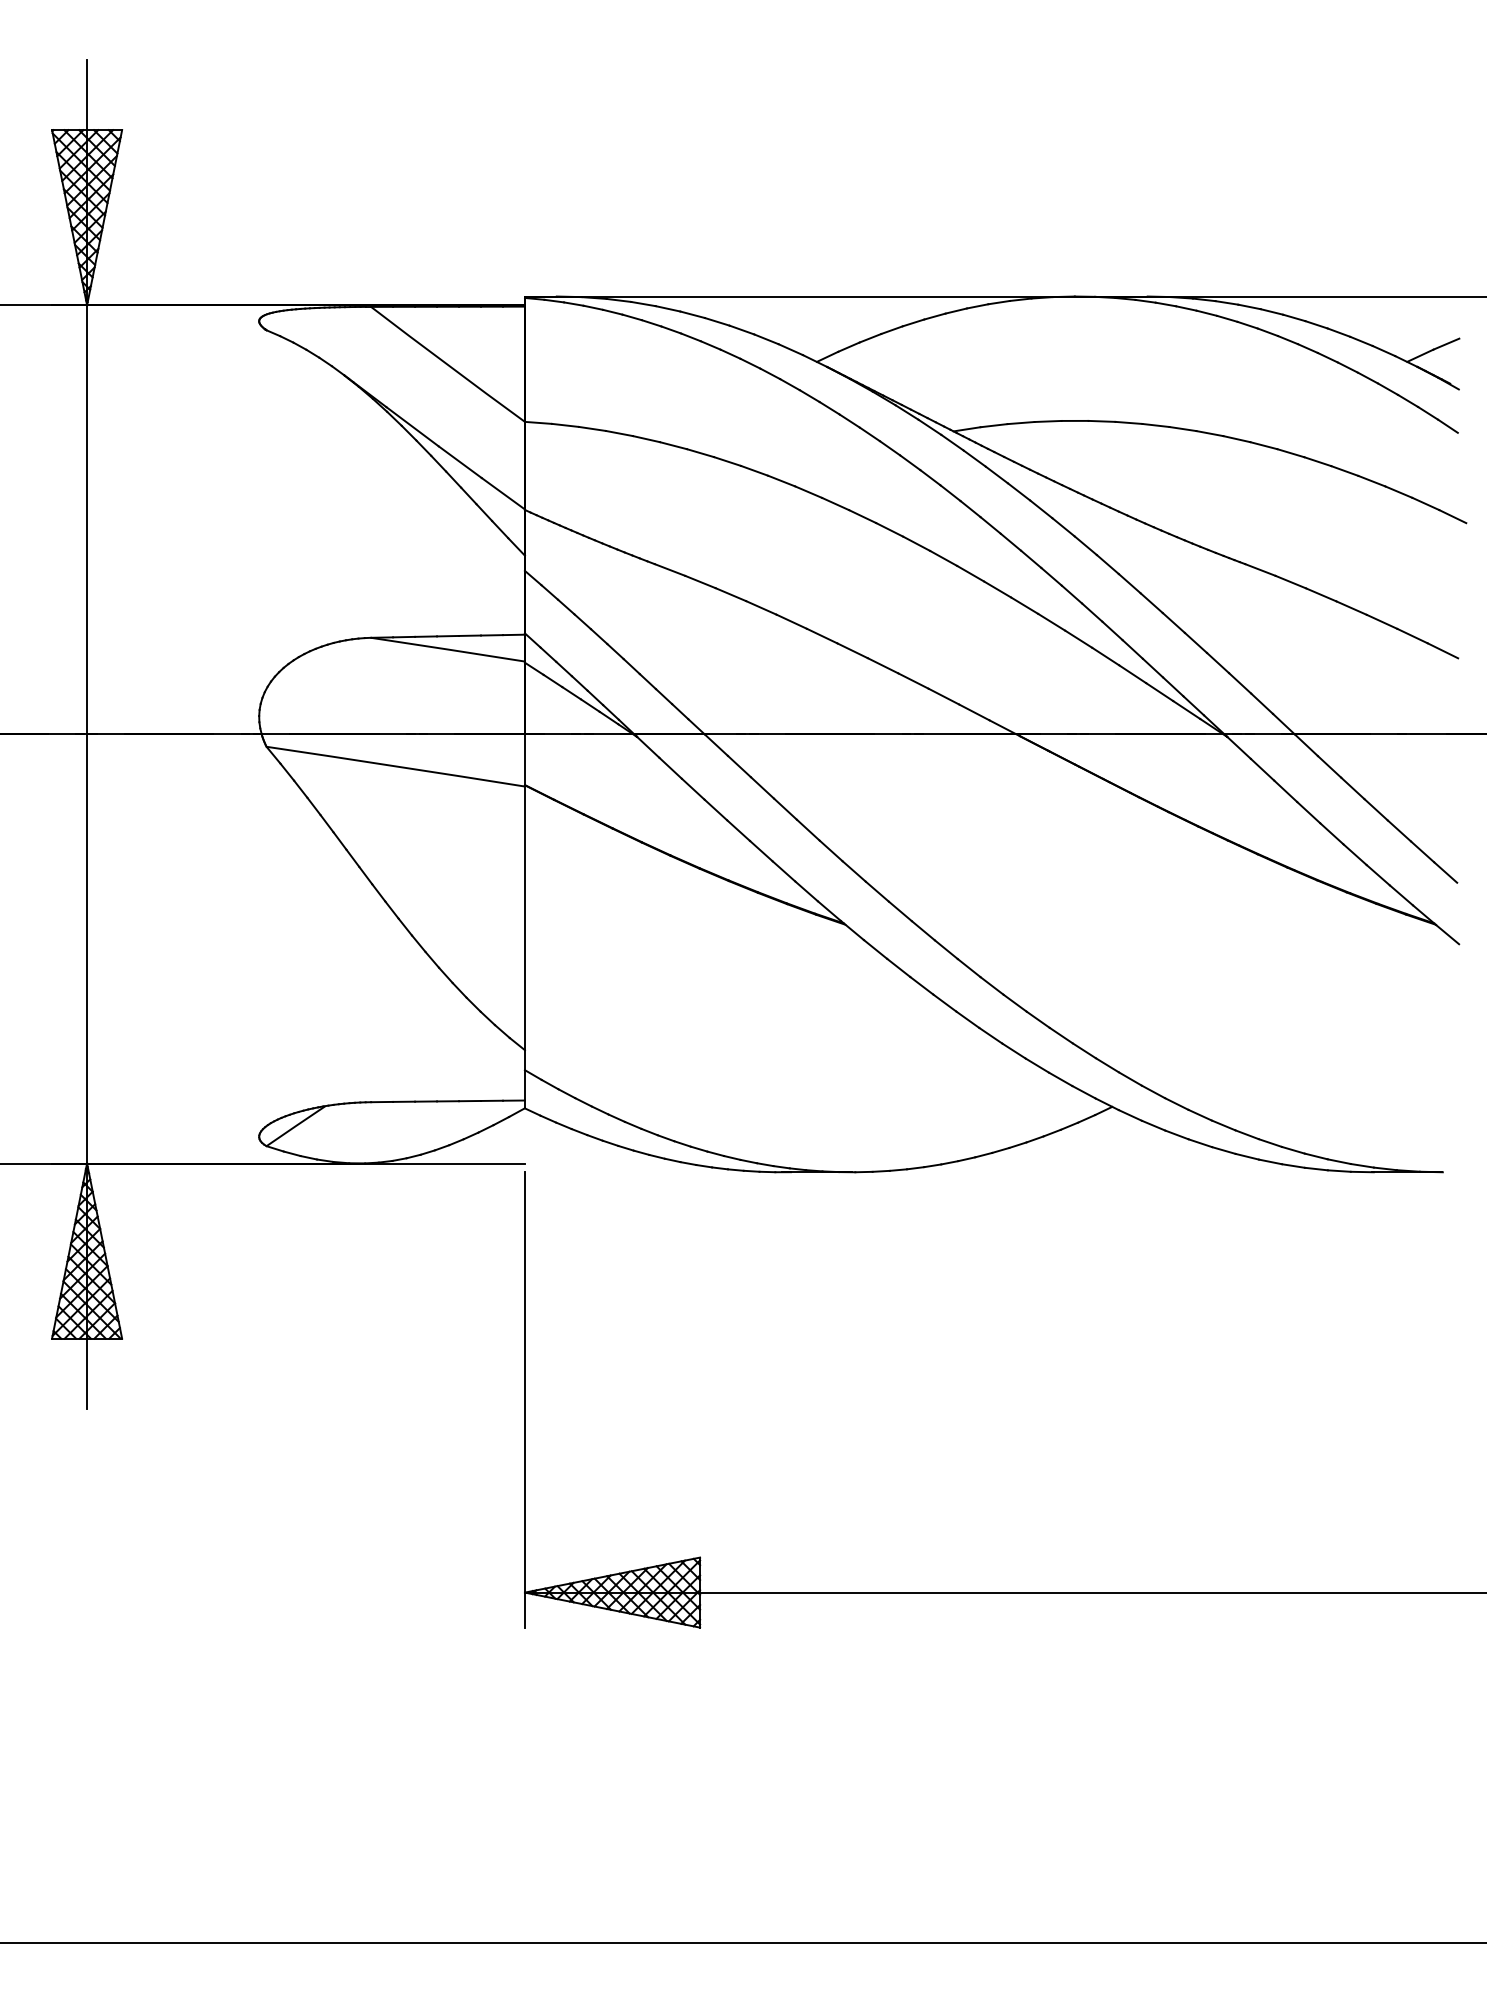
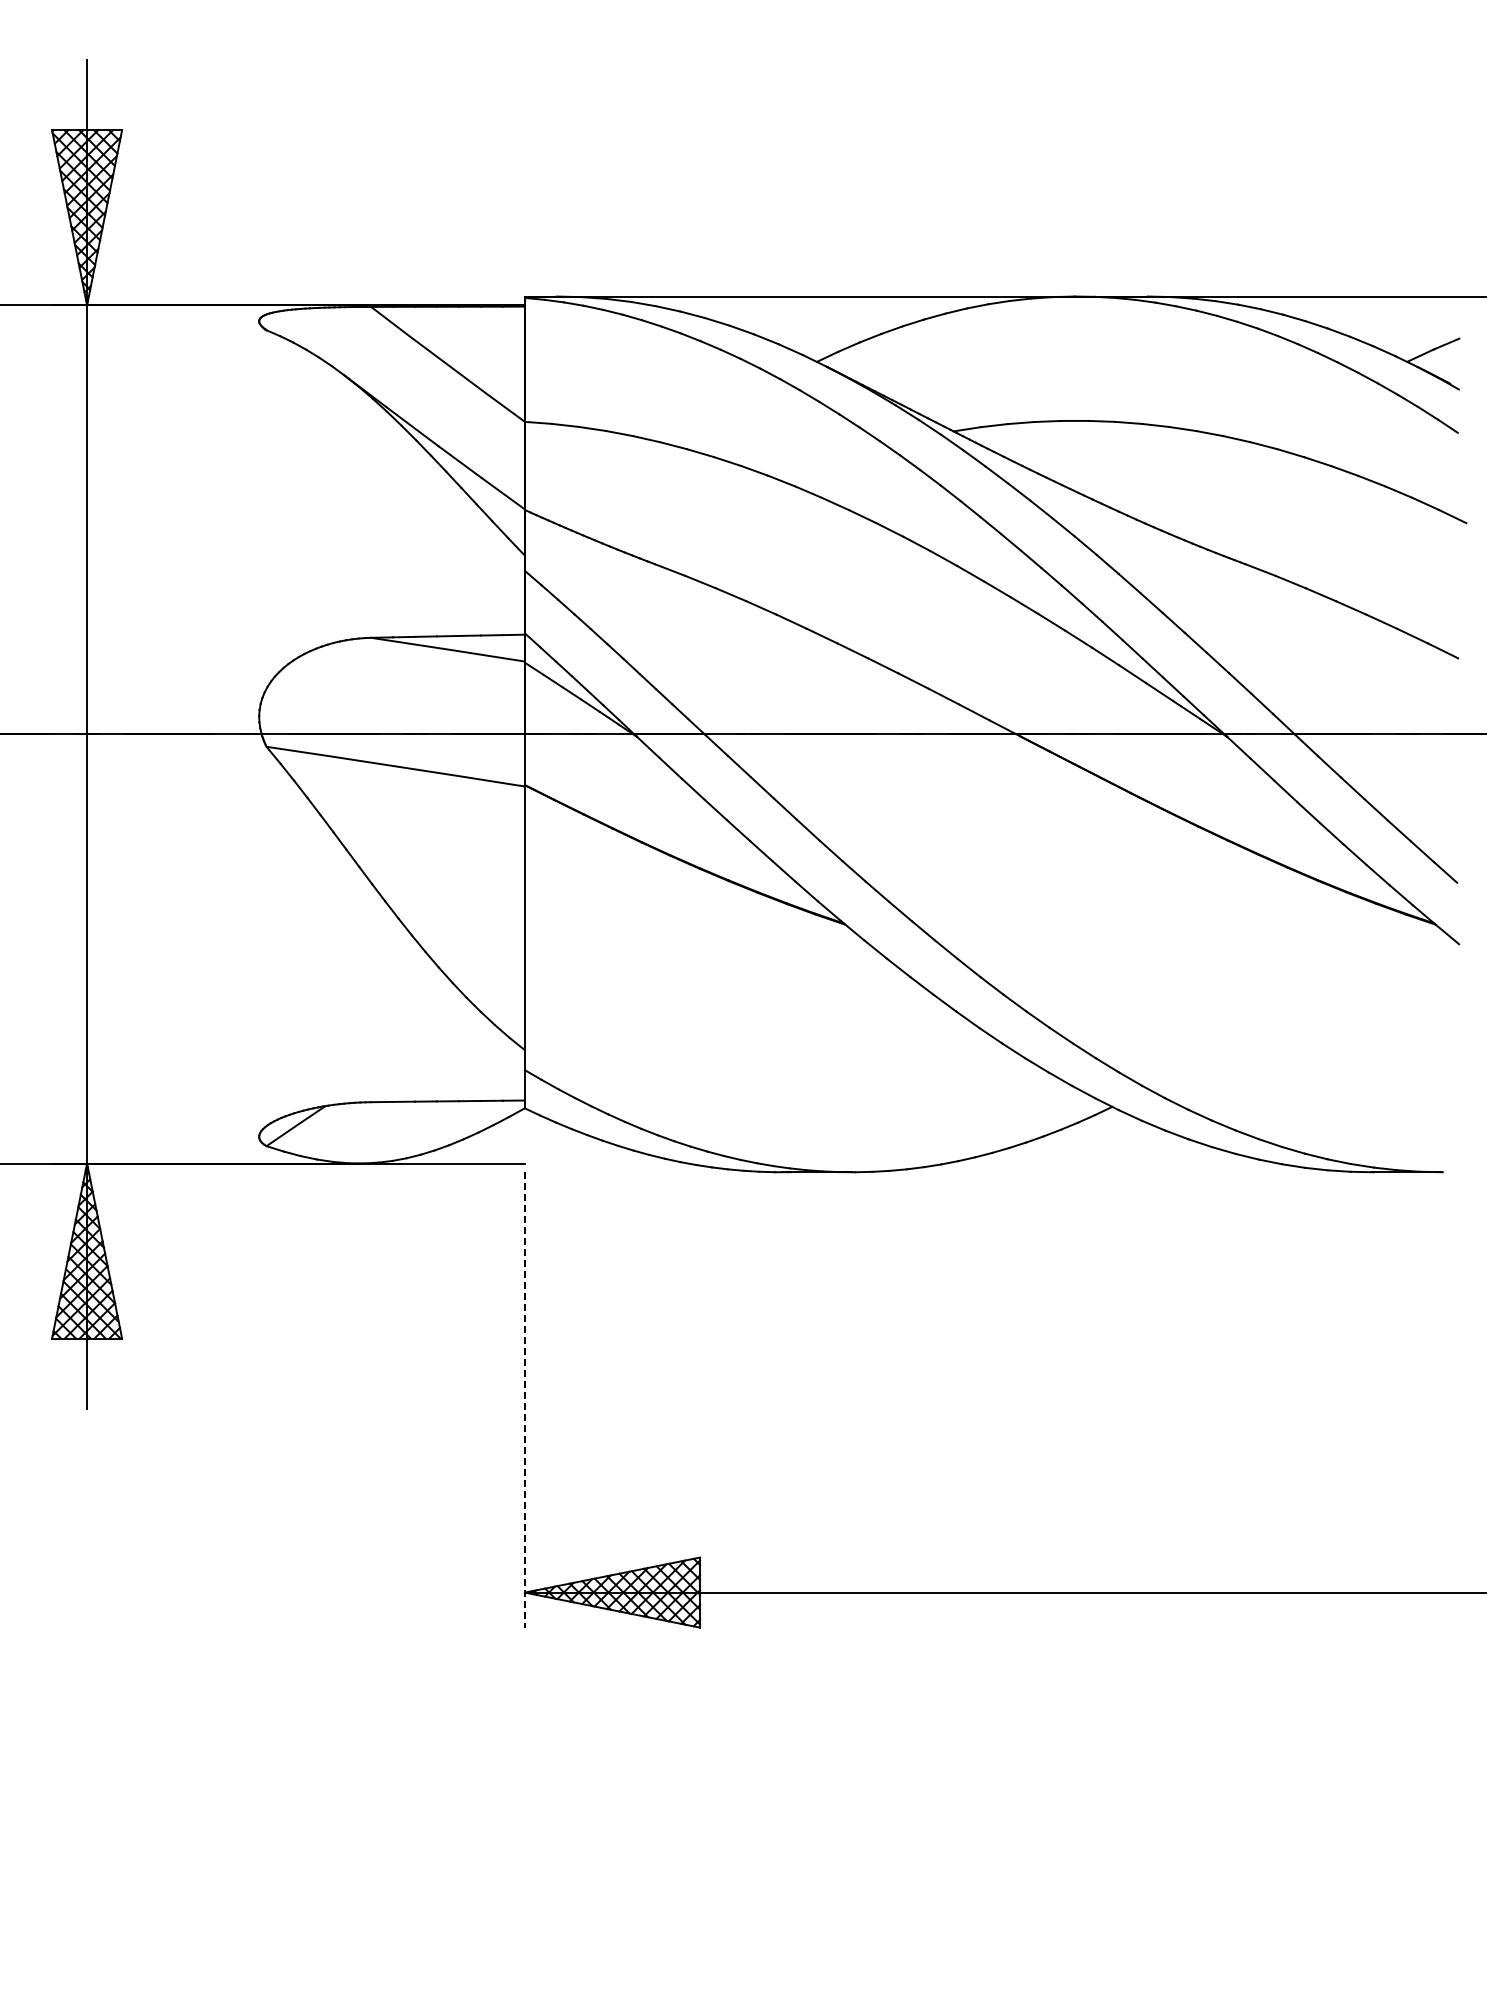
line at (524, 1399): solid -> dashed
line at (742, 1942): present -> none
